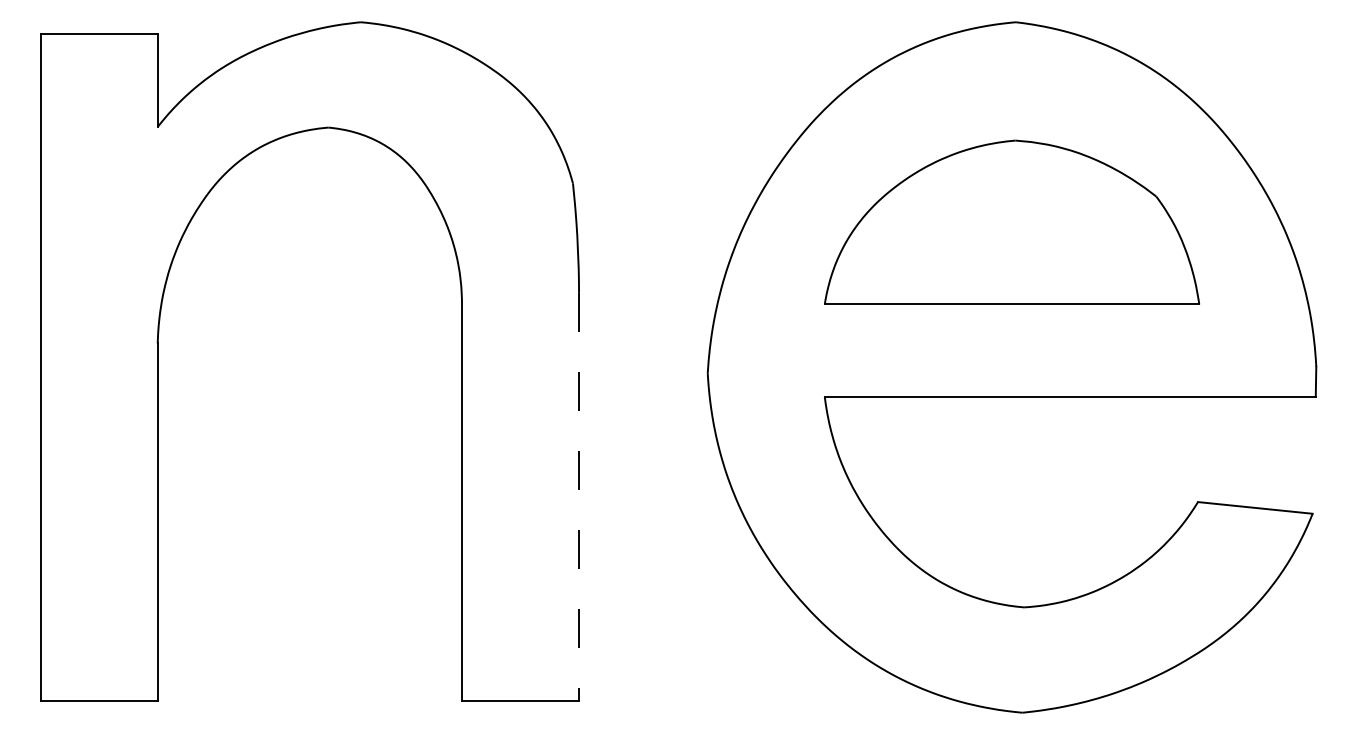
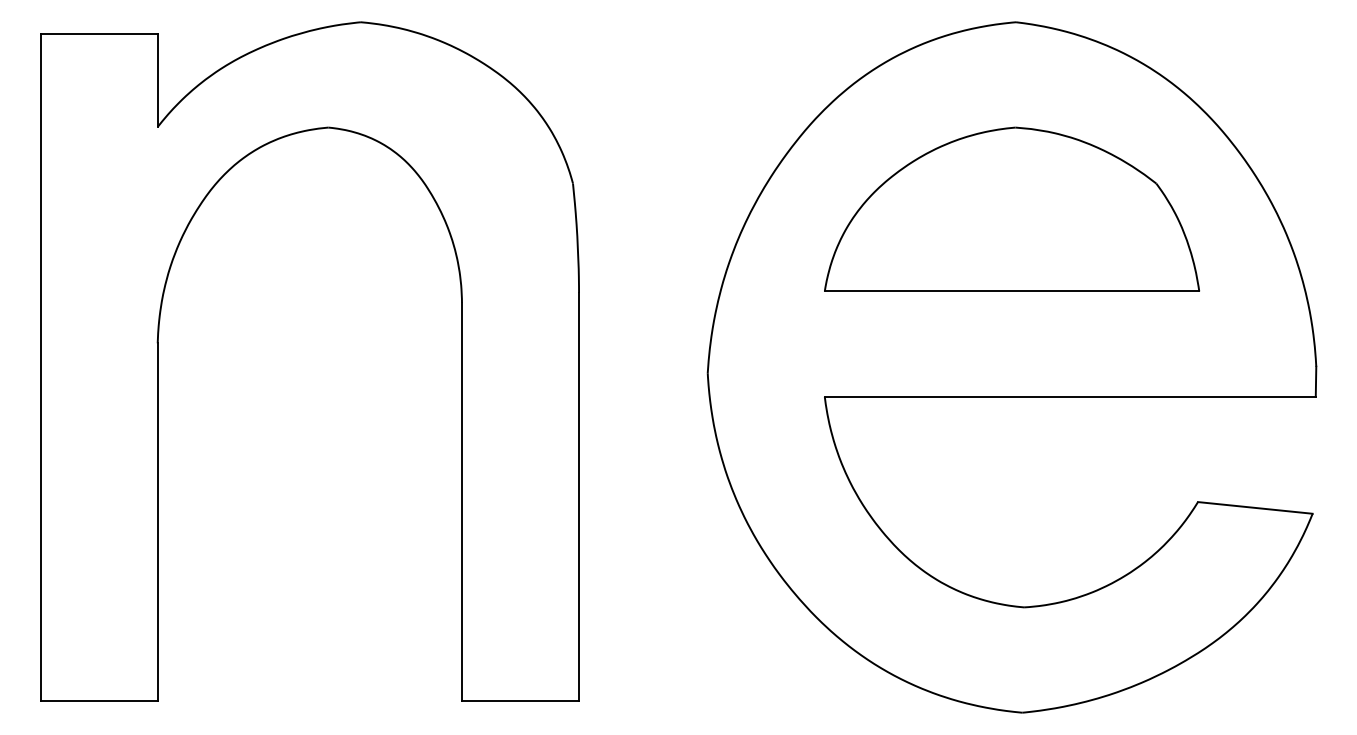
part at (1012, 221) position: (1012, 221) -> (1012, 208)
line at (579, 497): dashed -> solid
